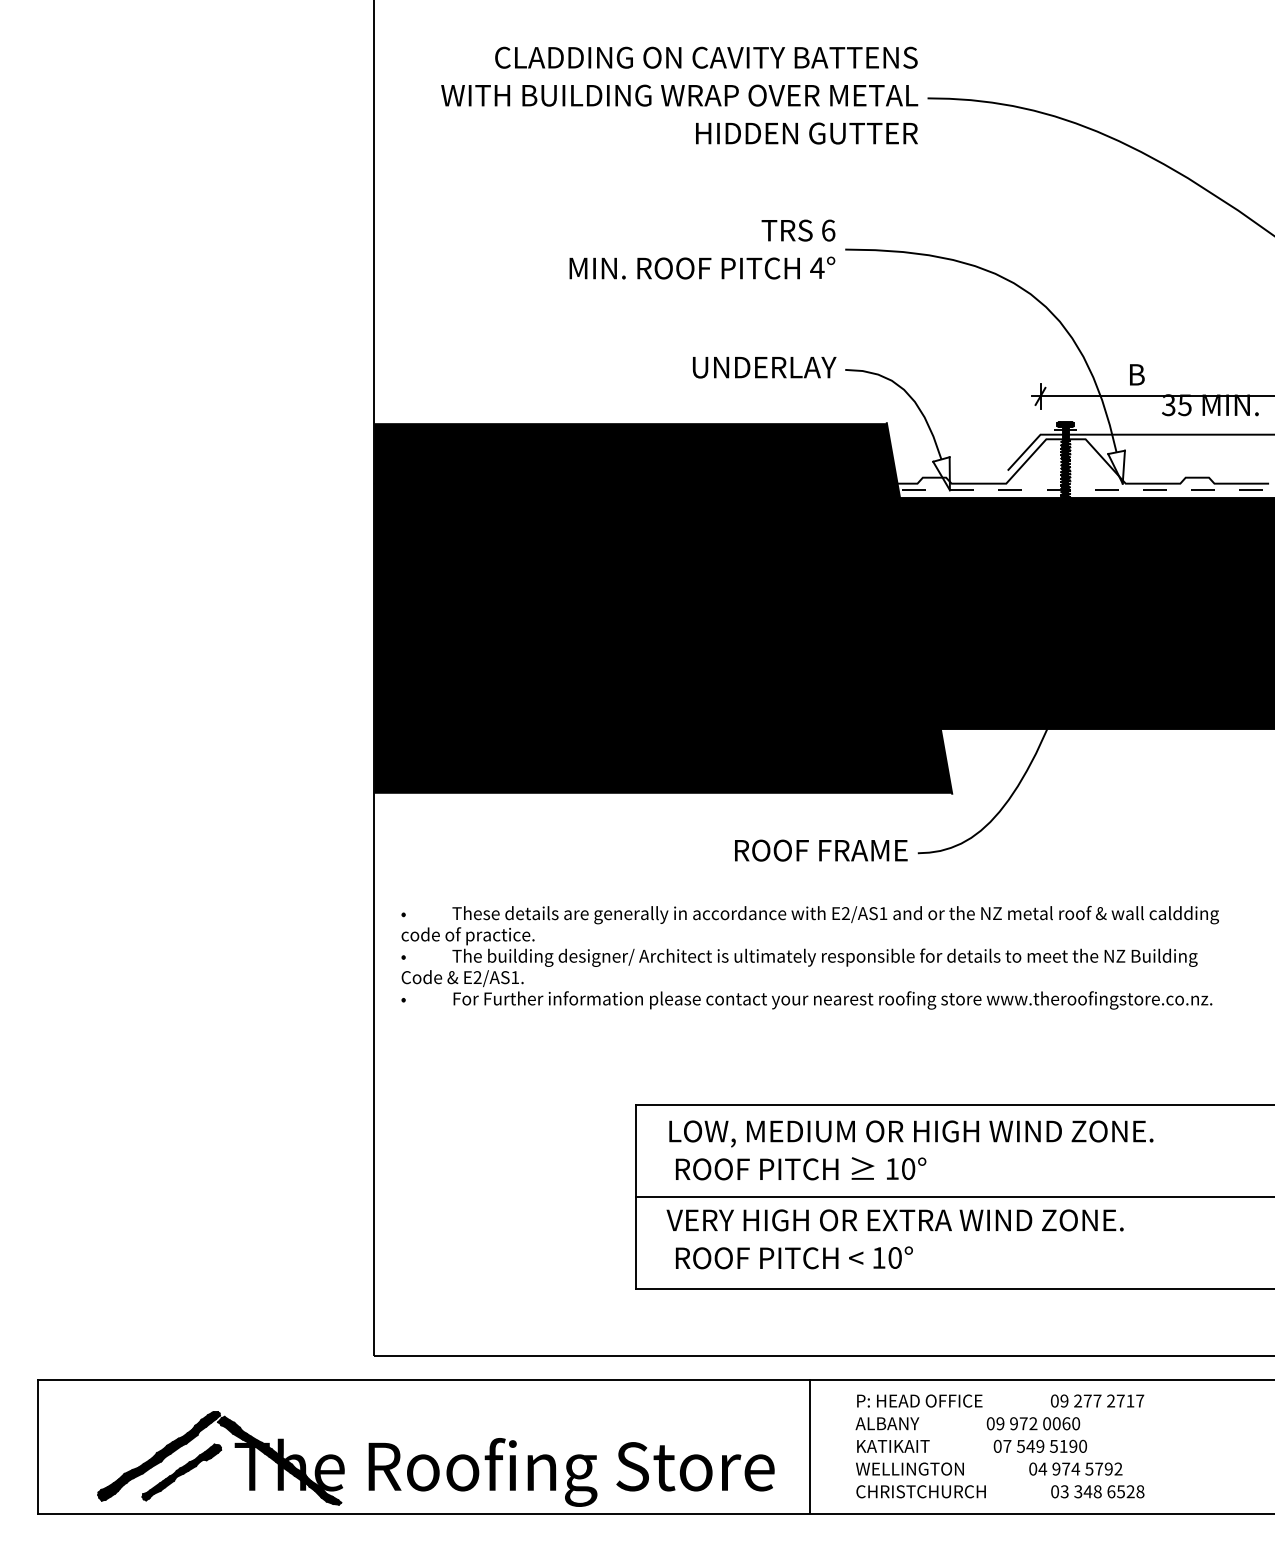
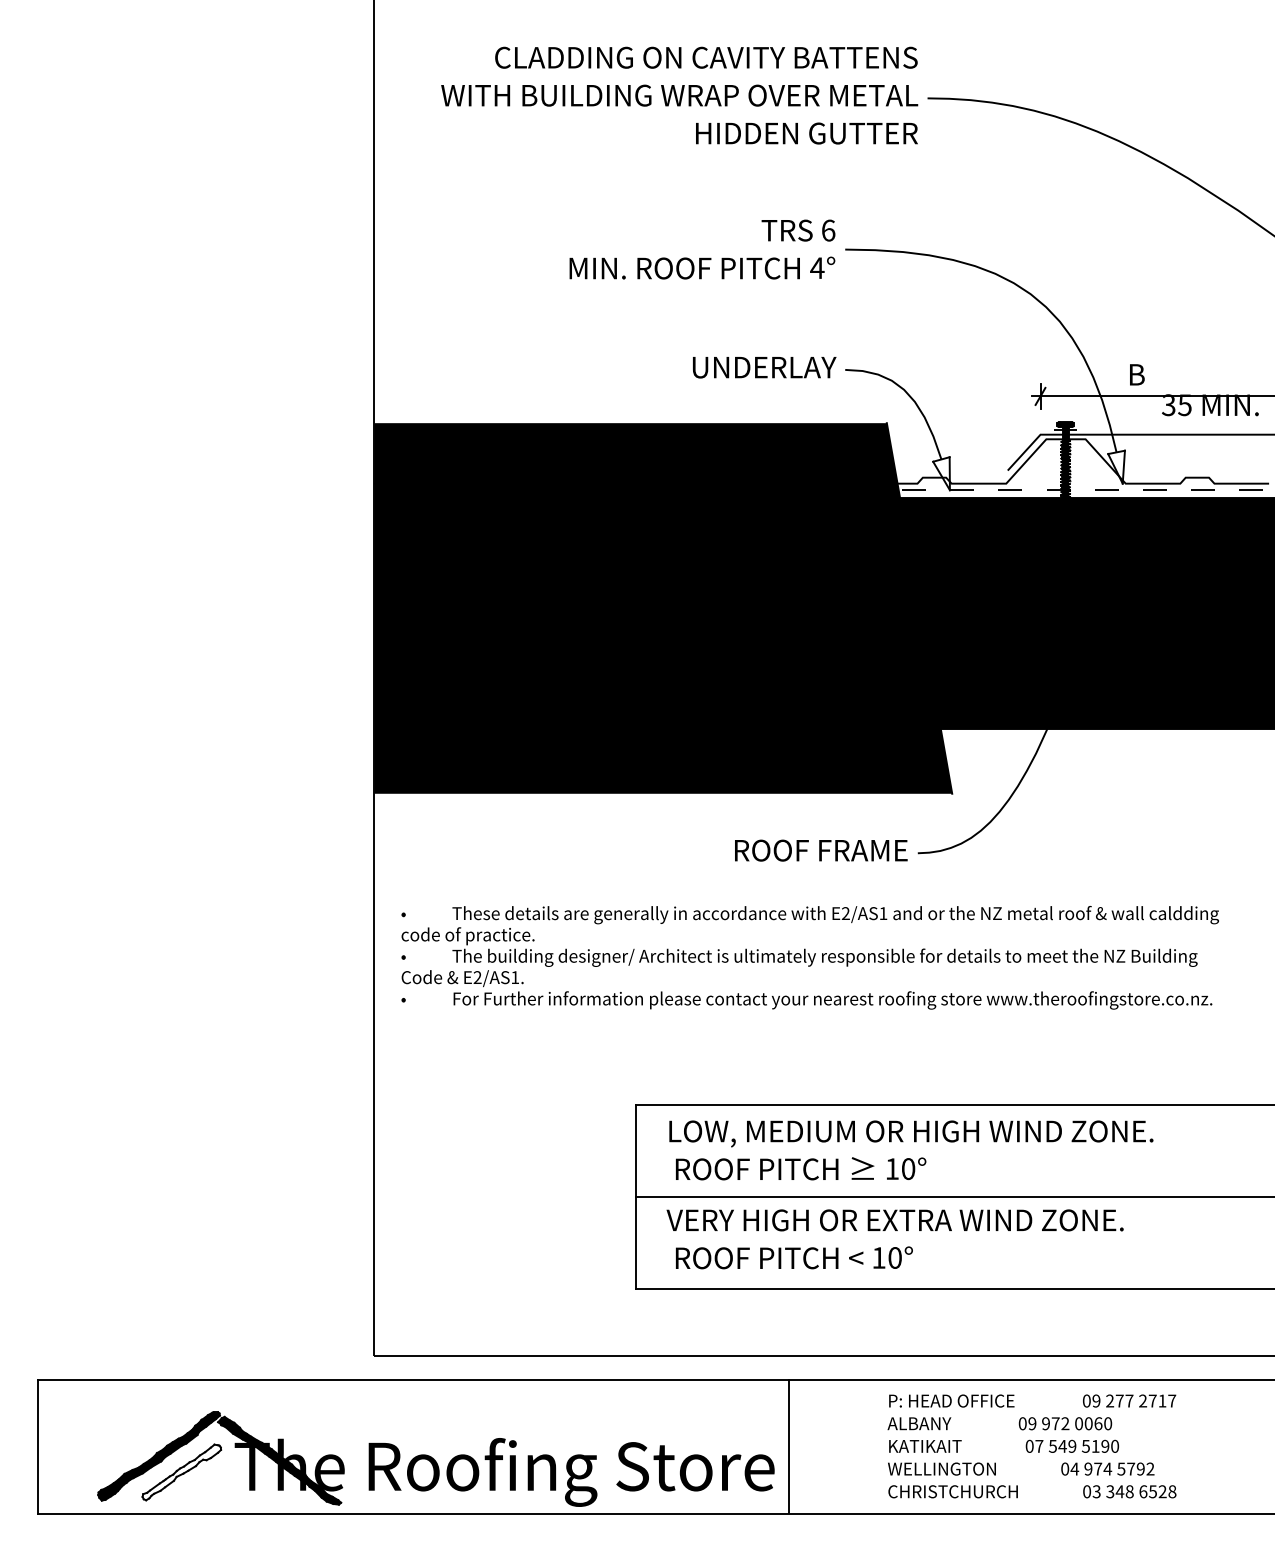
line at (810, 1446) position: (810, 1446) -> (789, 1446)
text at (999, 1446) position: (999, 1446) -> (1031, 1446)
fill at (181, 1472): present -> none
